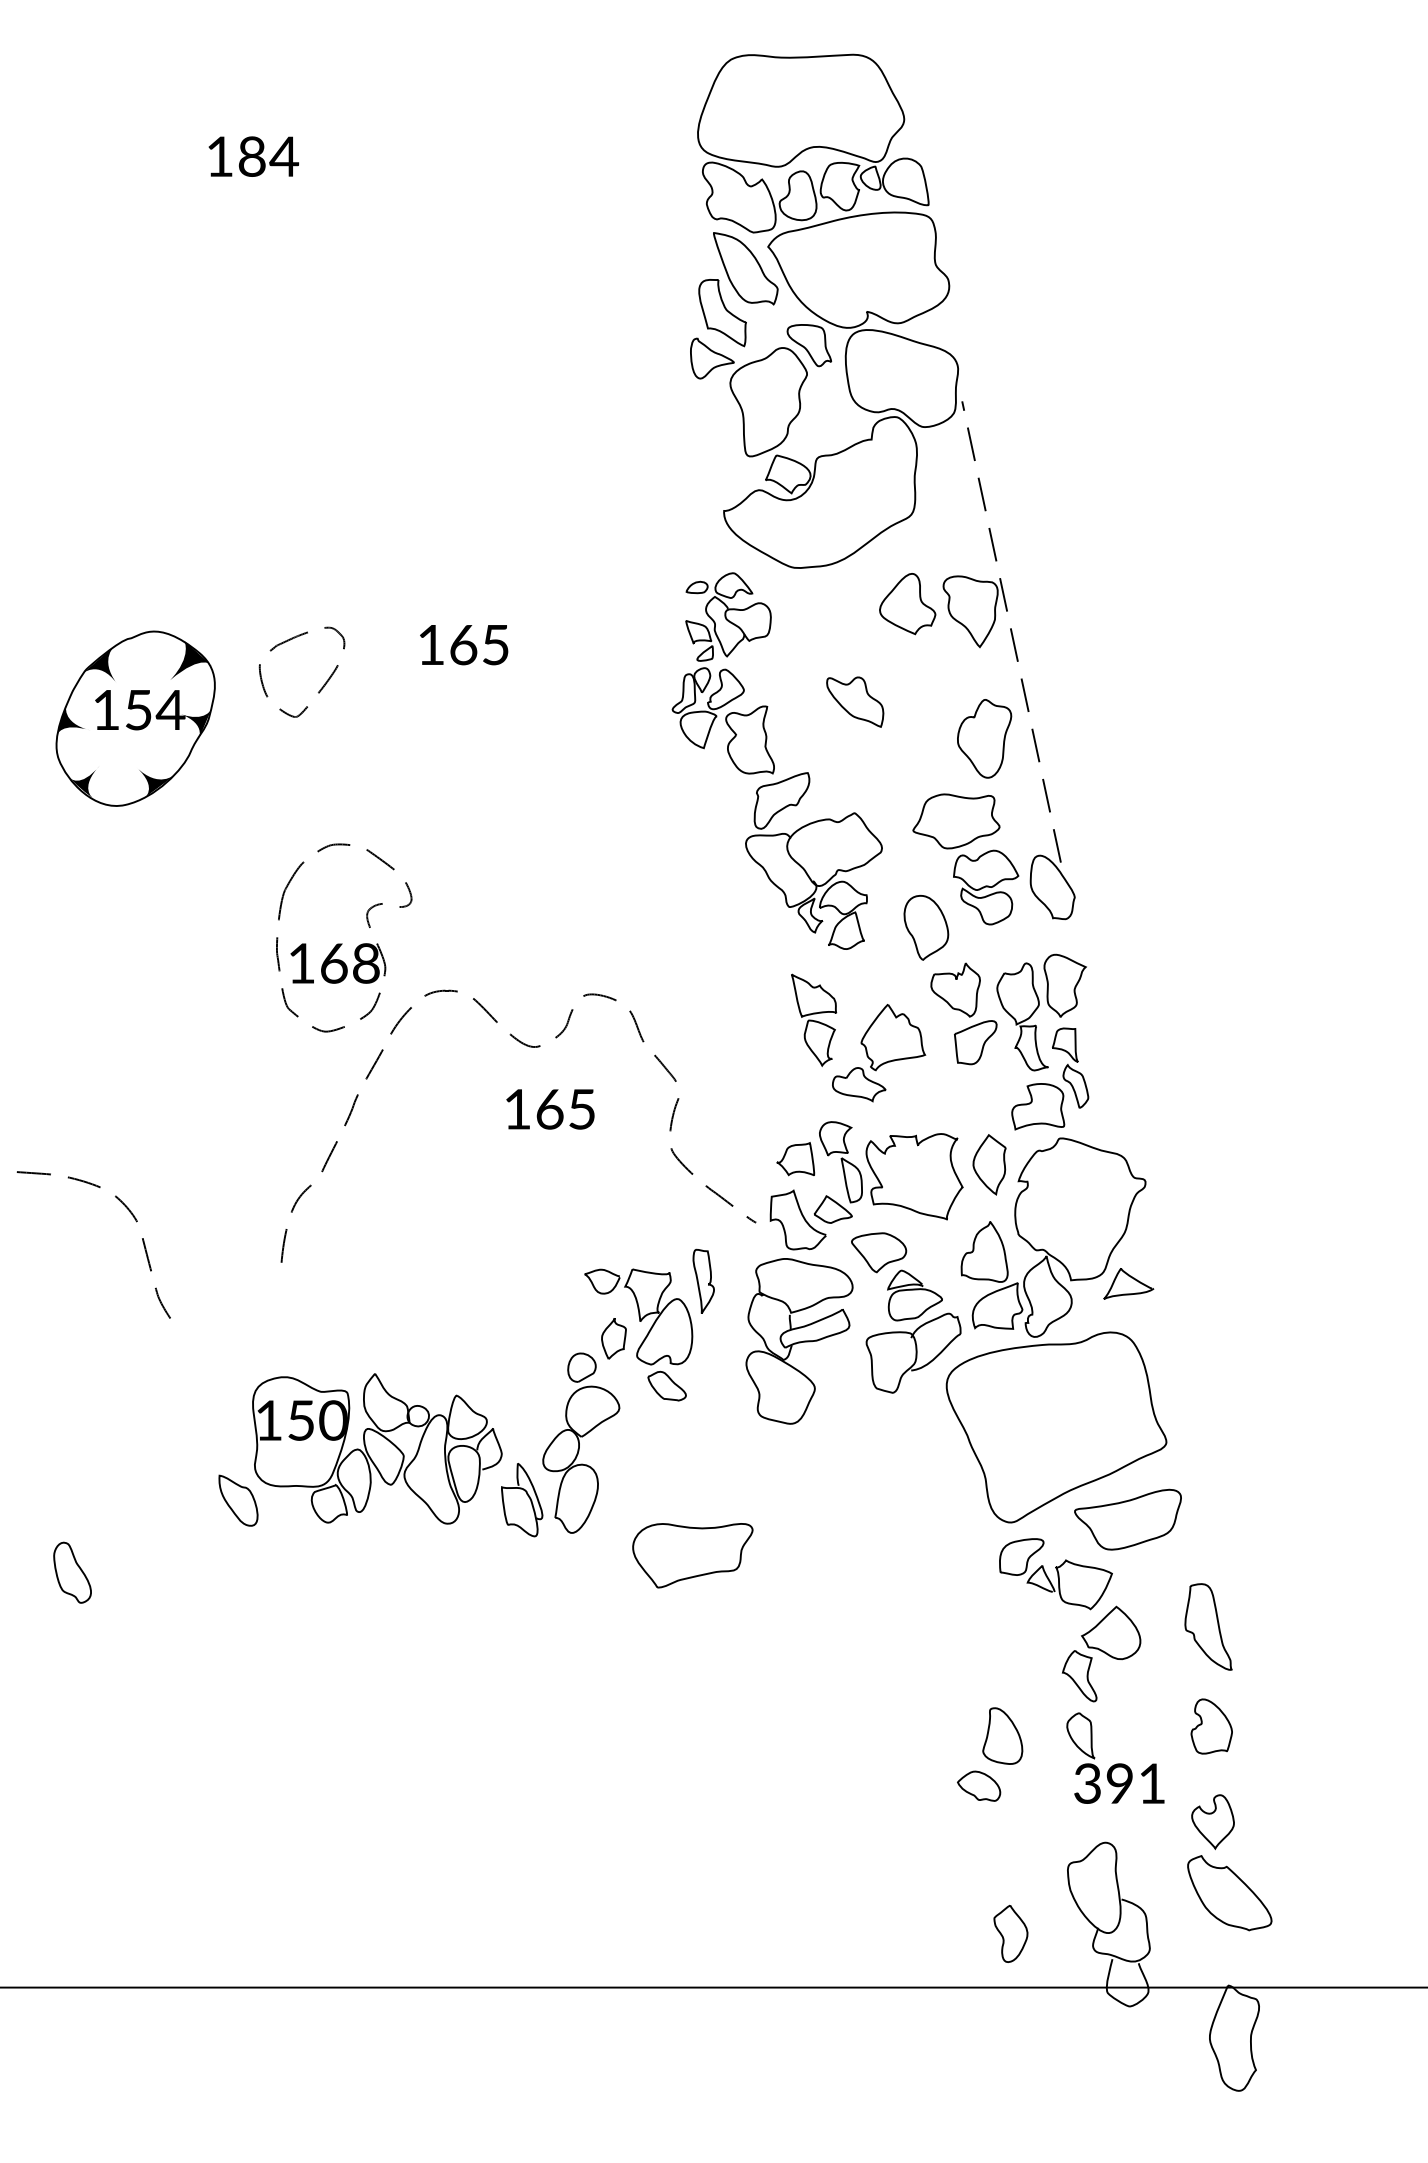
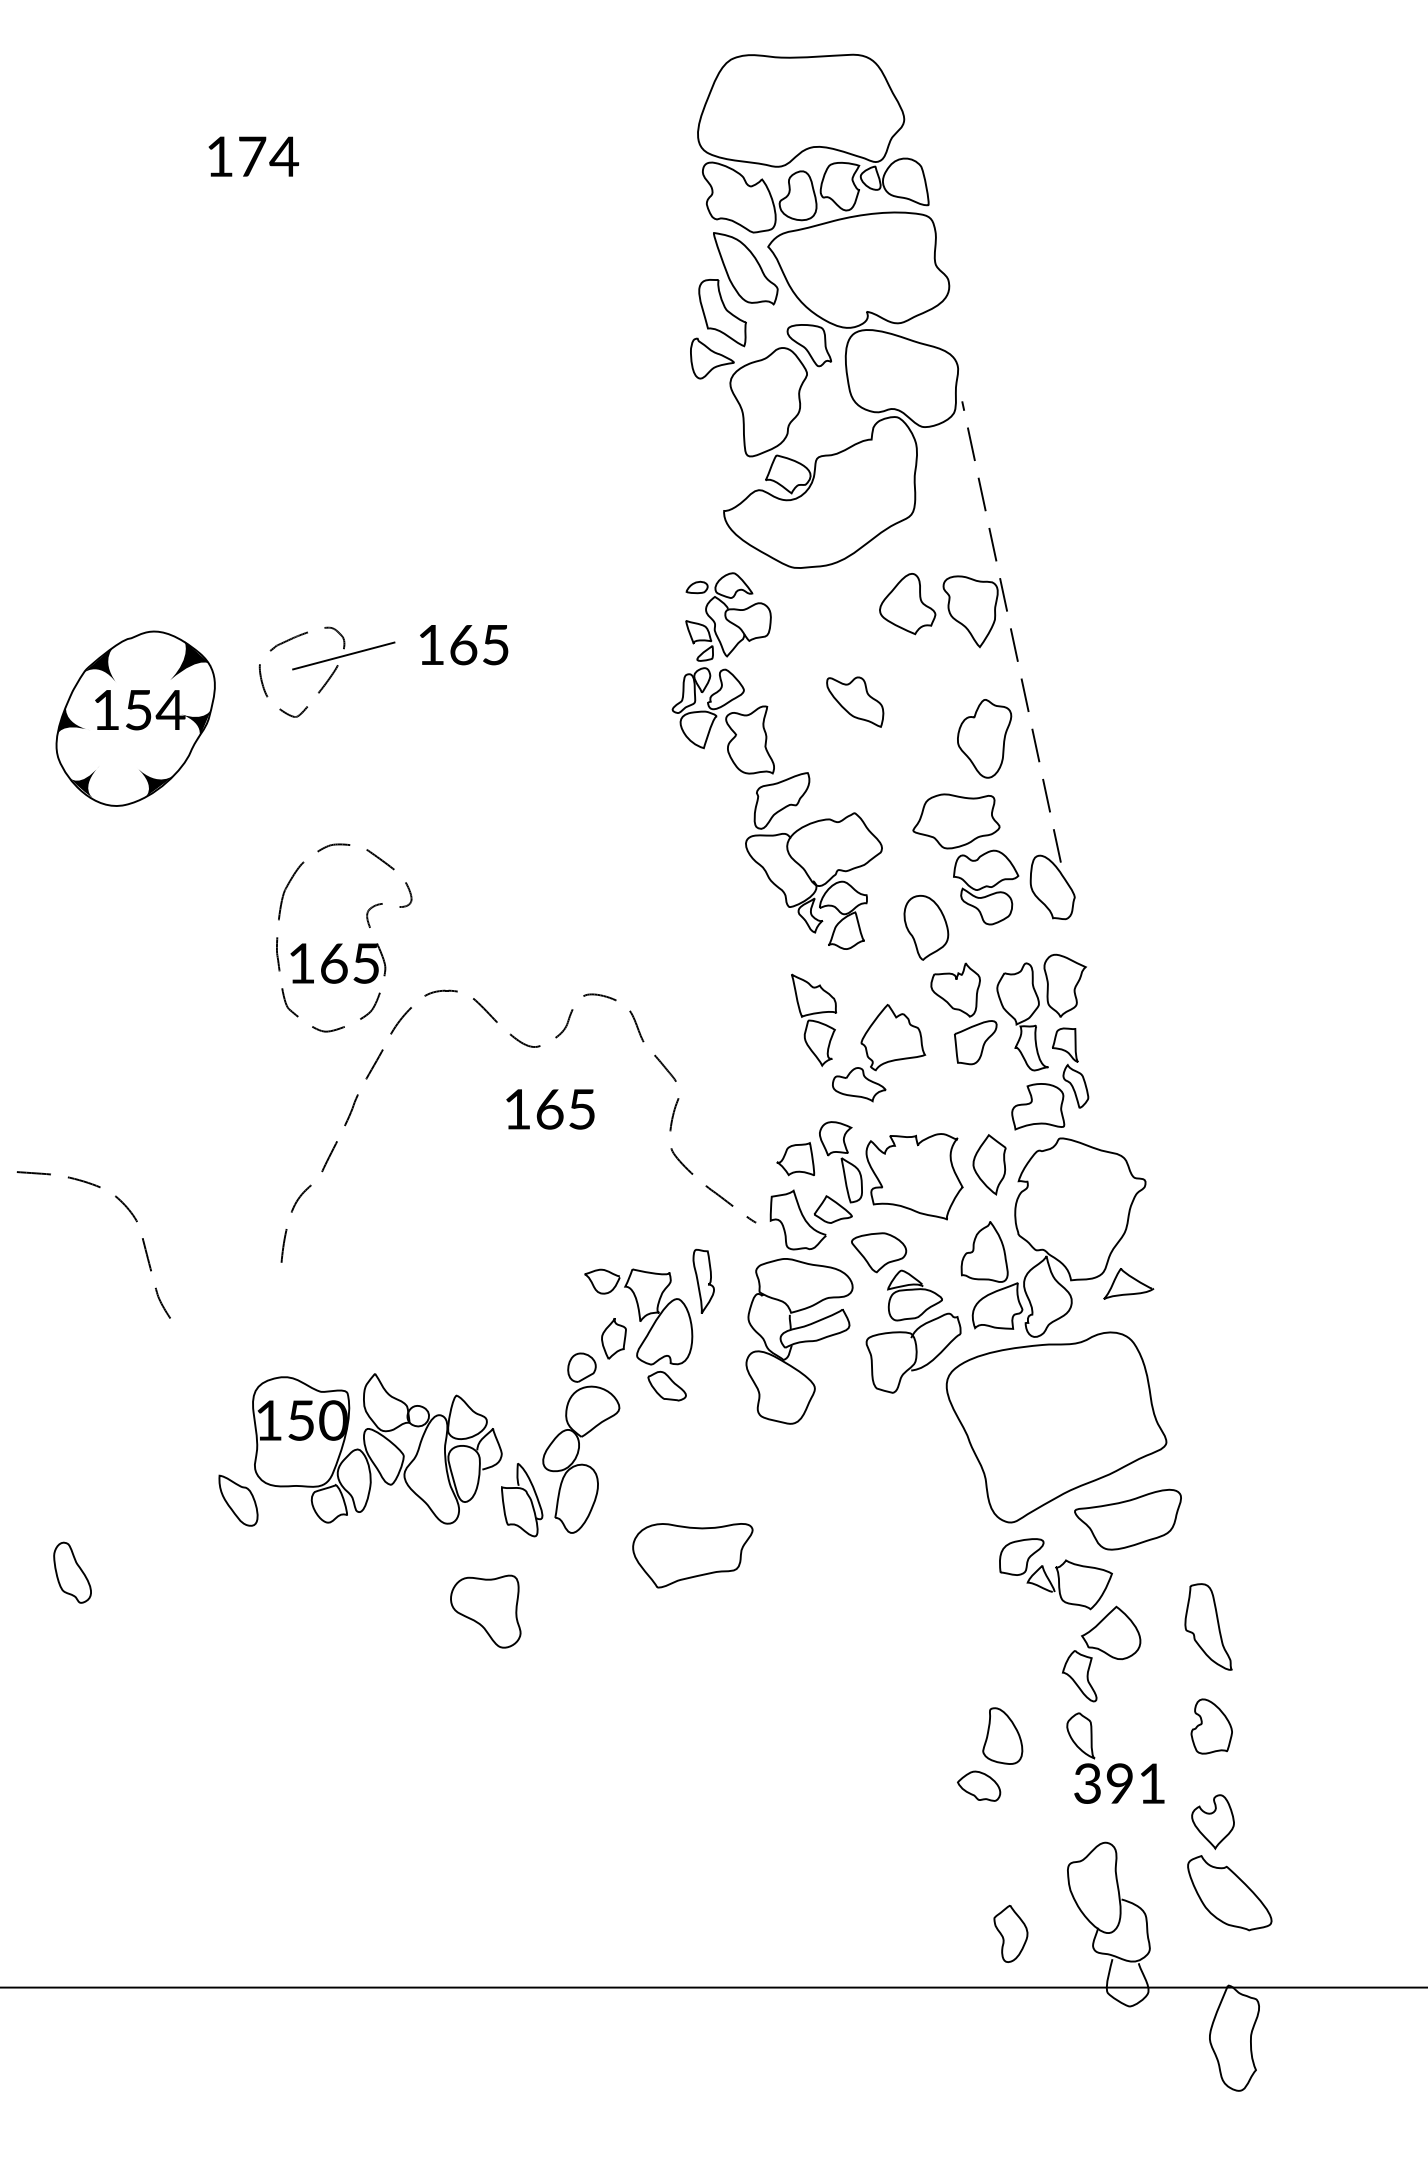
text at (252, 156): 184 -> 174
line at (343, 655): none -> present
text at (366, 963): 168 -> 165
part at (485, 1611): none -> present
